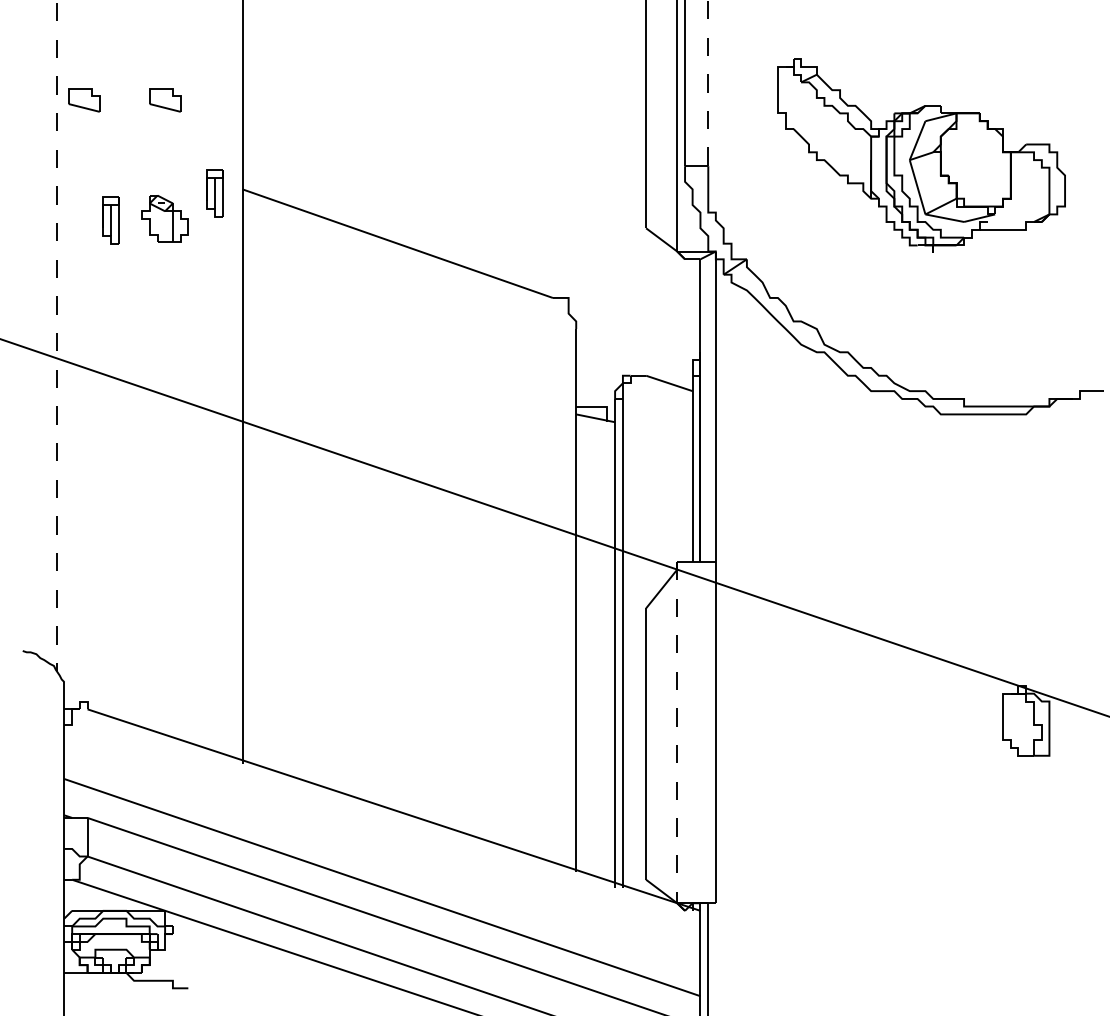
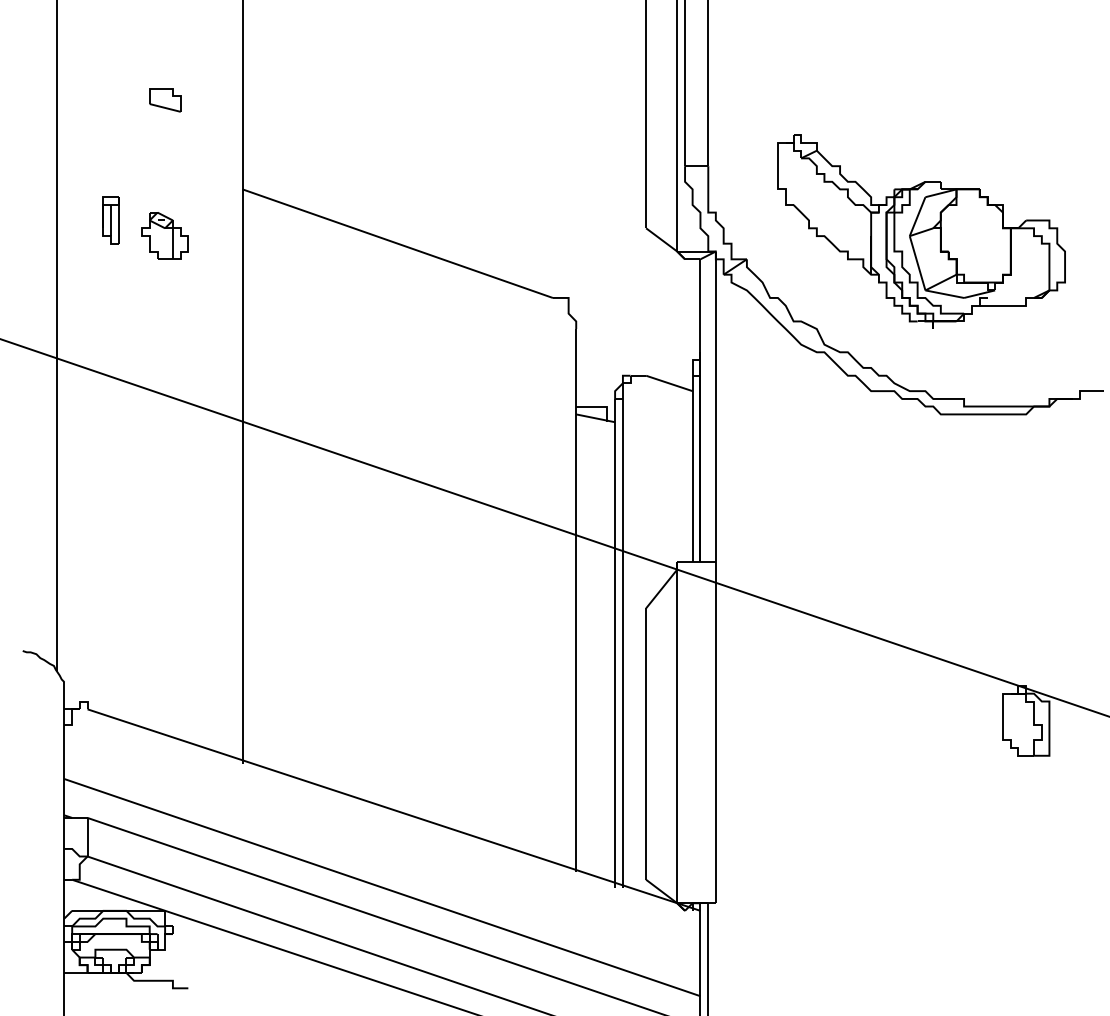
line at (708, 83): dashed -> solid
part at (84, 100): present -> none
part at (921, 155) position: (921, 155) -> (921, 231)
part at (214, 193): present -> none
part at (164, 218) position: (164, 218) -> (164, 235)
line at (56, 335): dashed -> solid
line at (677, 732): dashed -> solid
